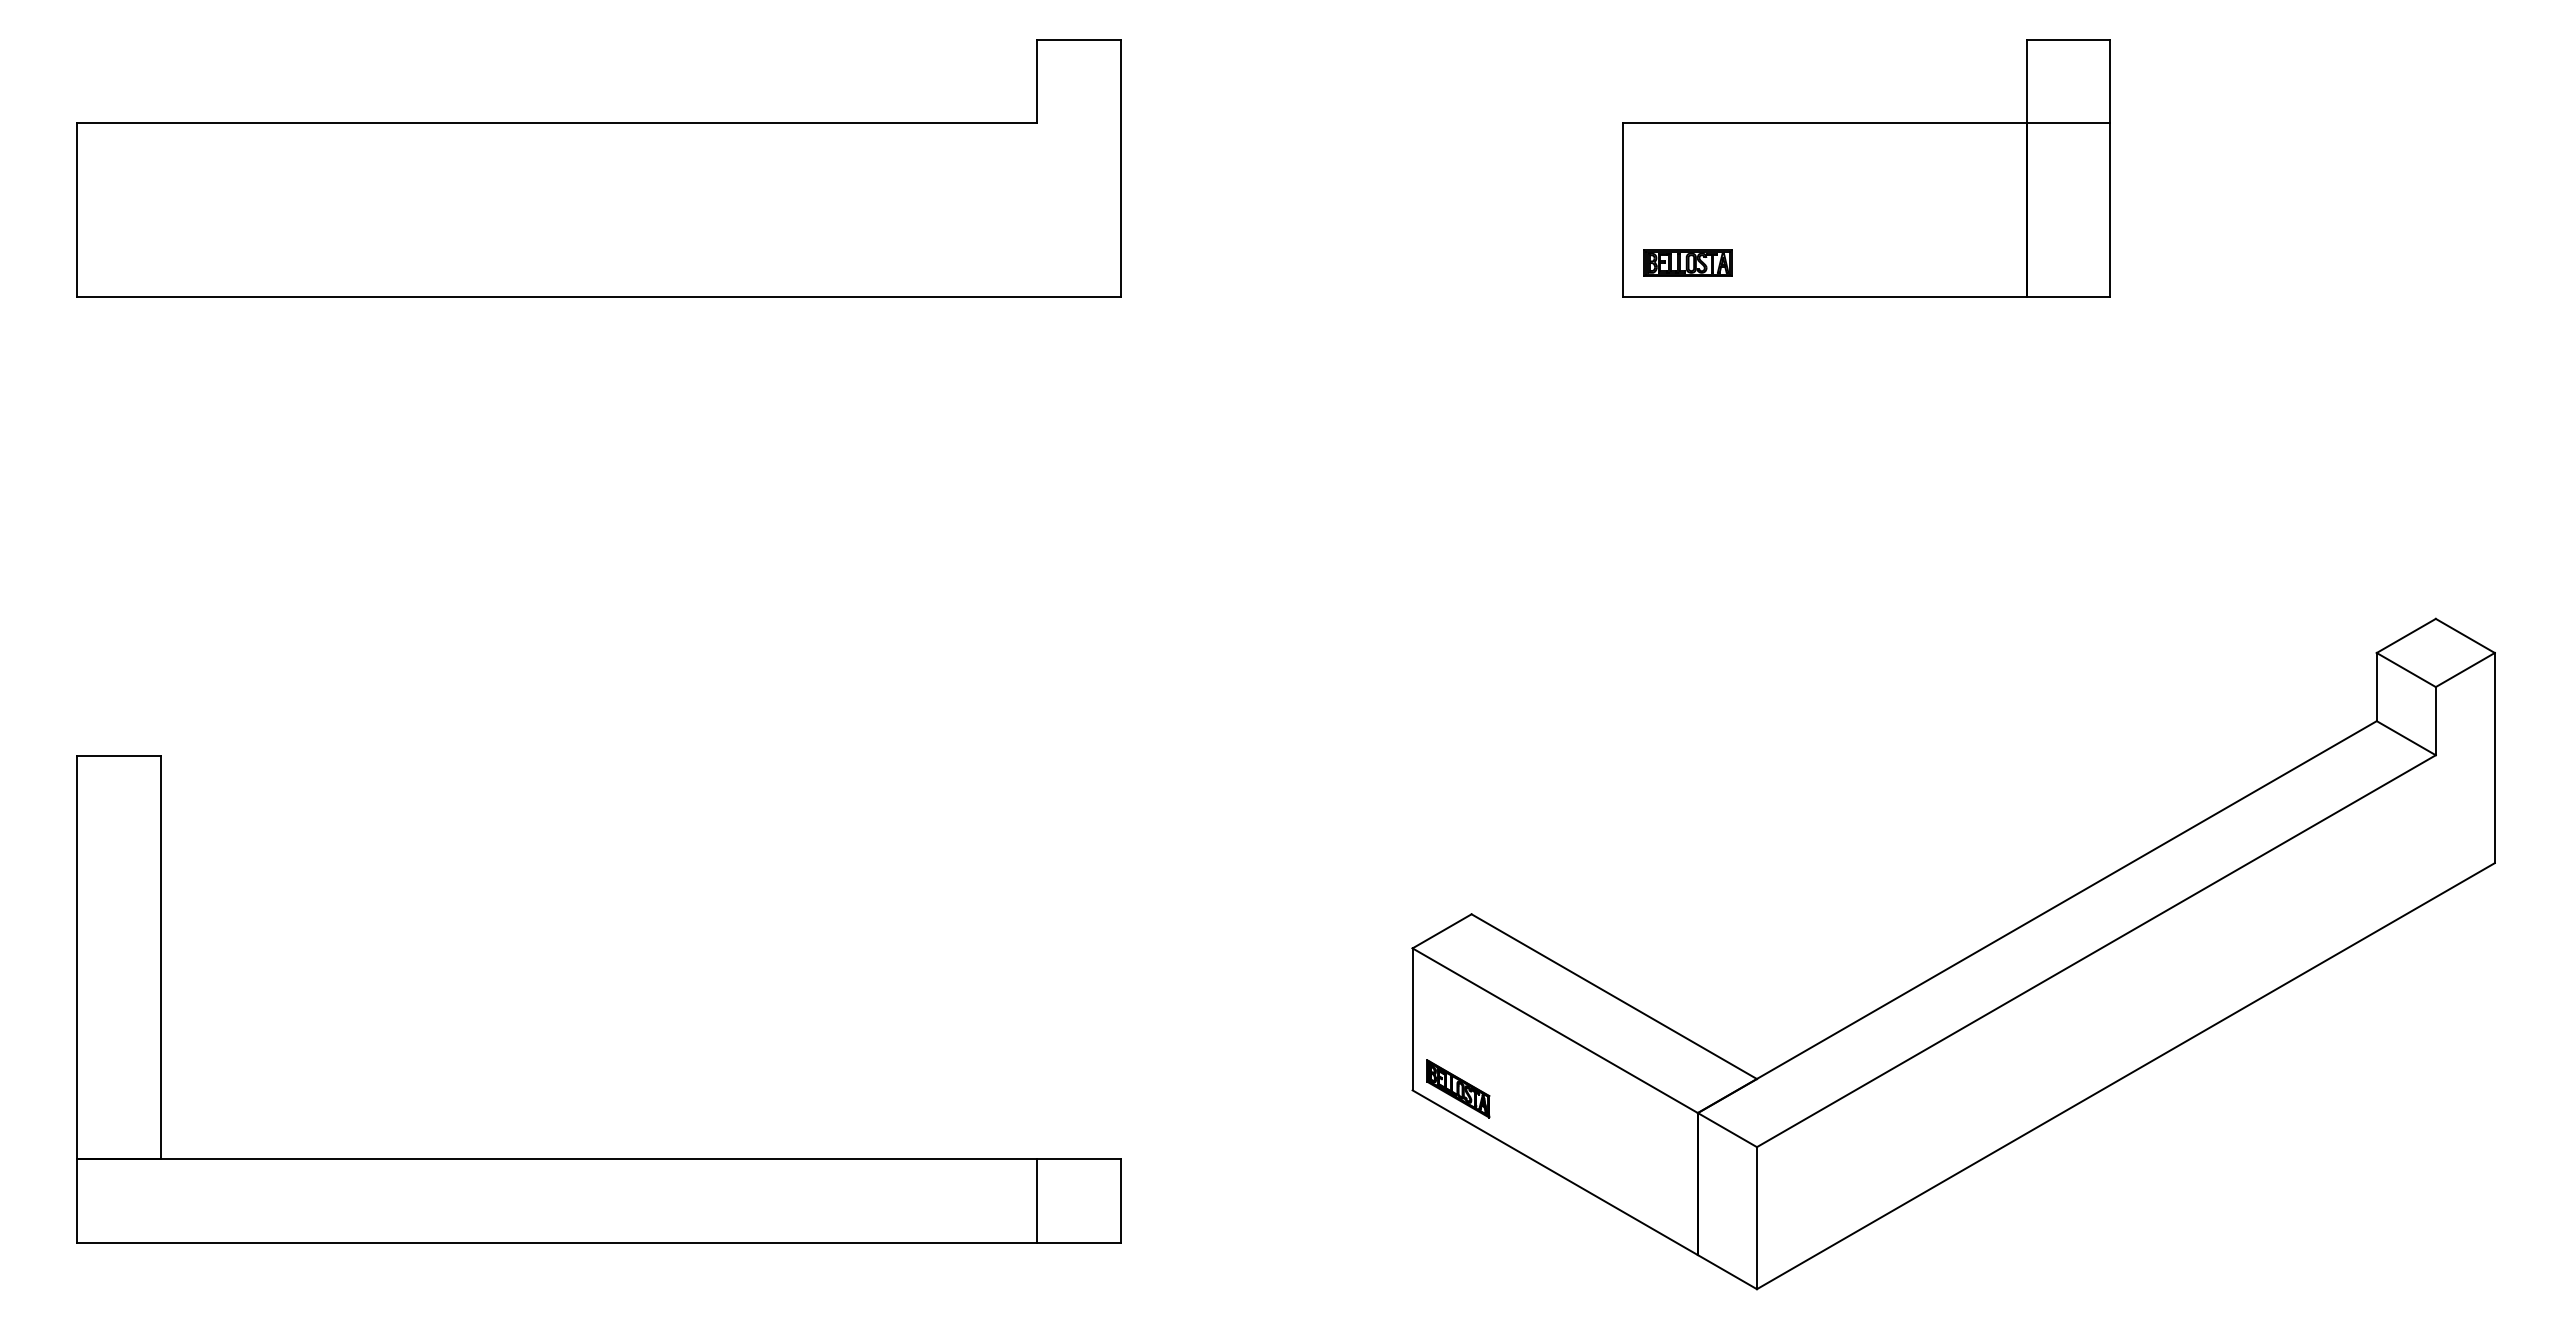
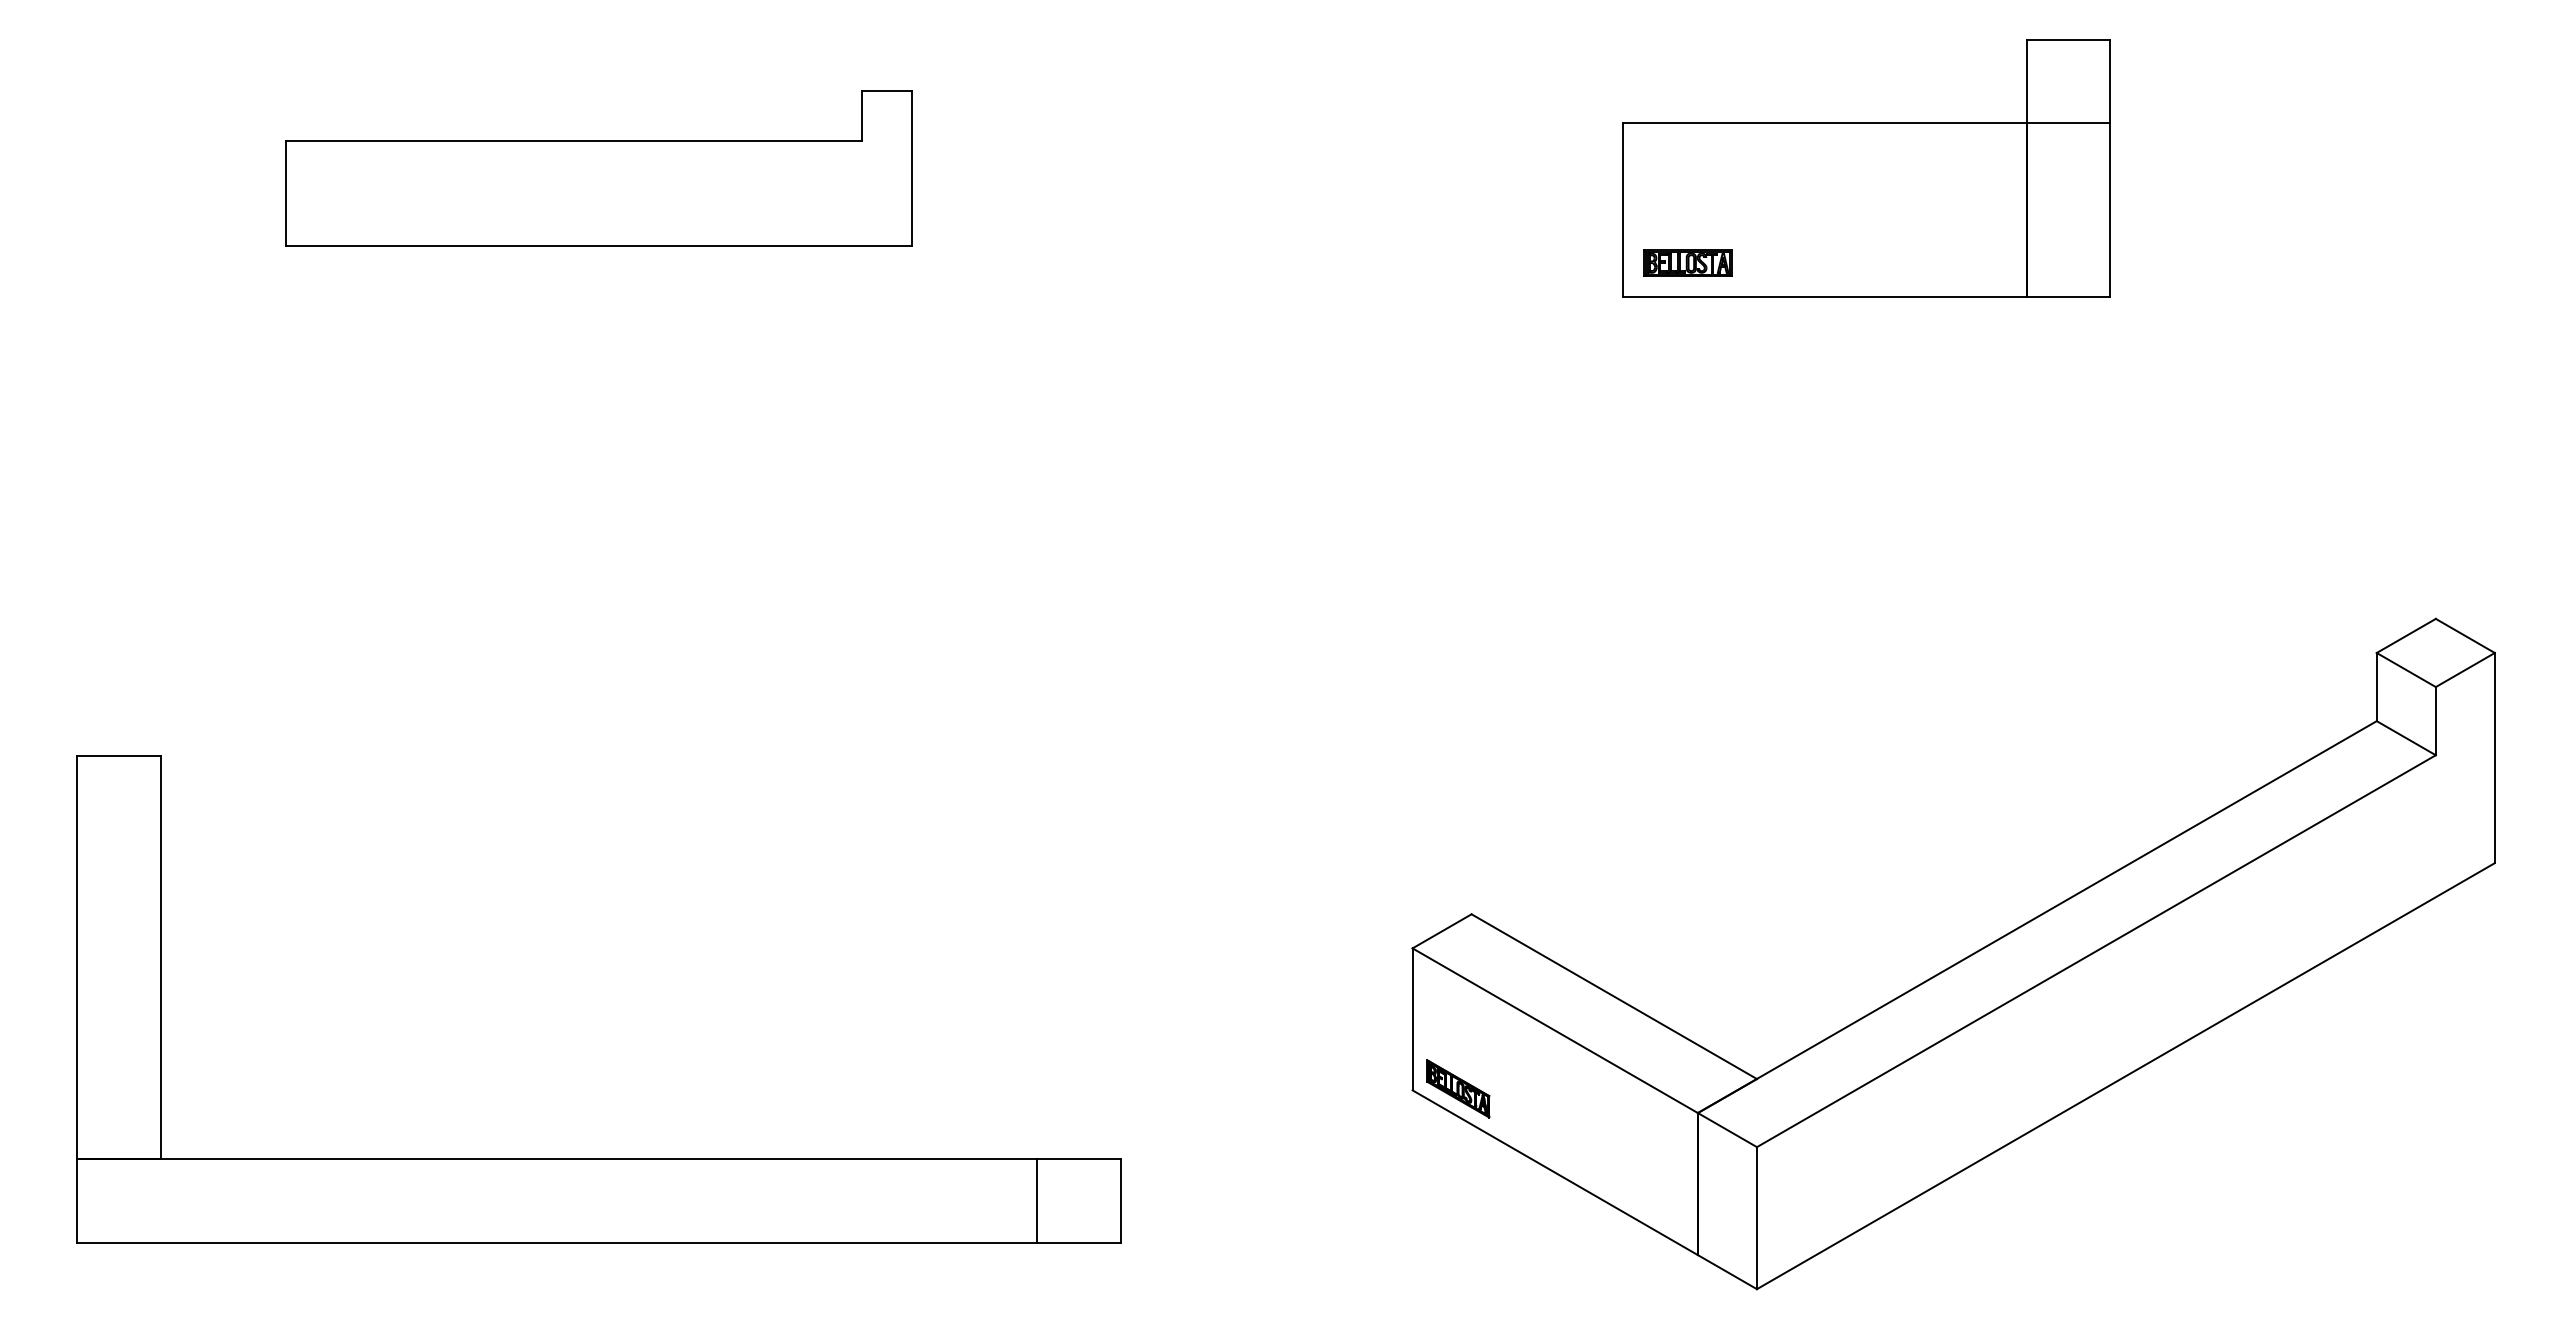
part at (598, 168) size: 1046x259 px -> 628x157 px
